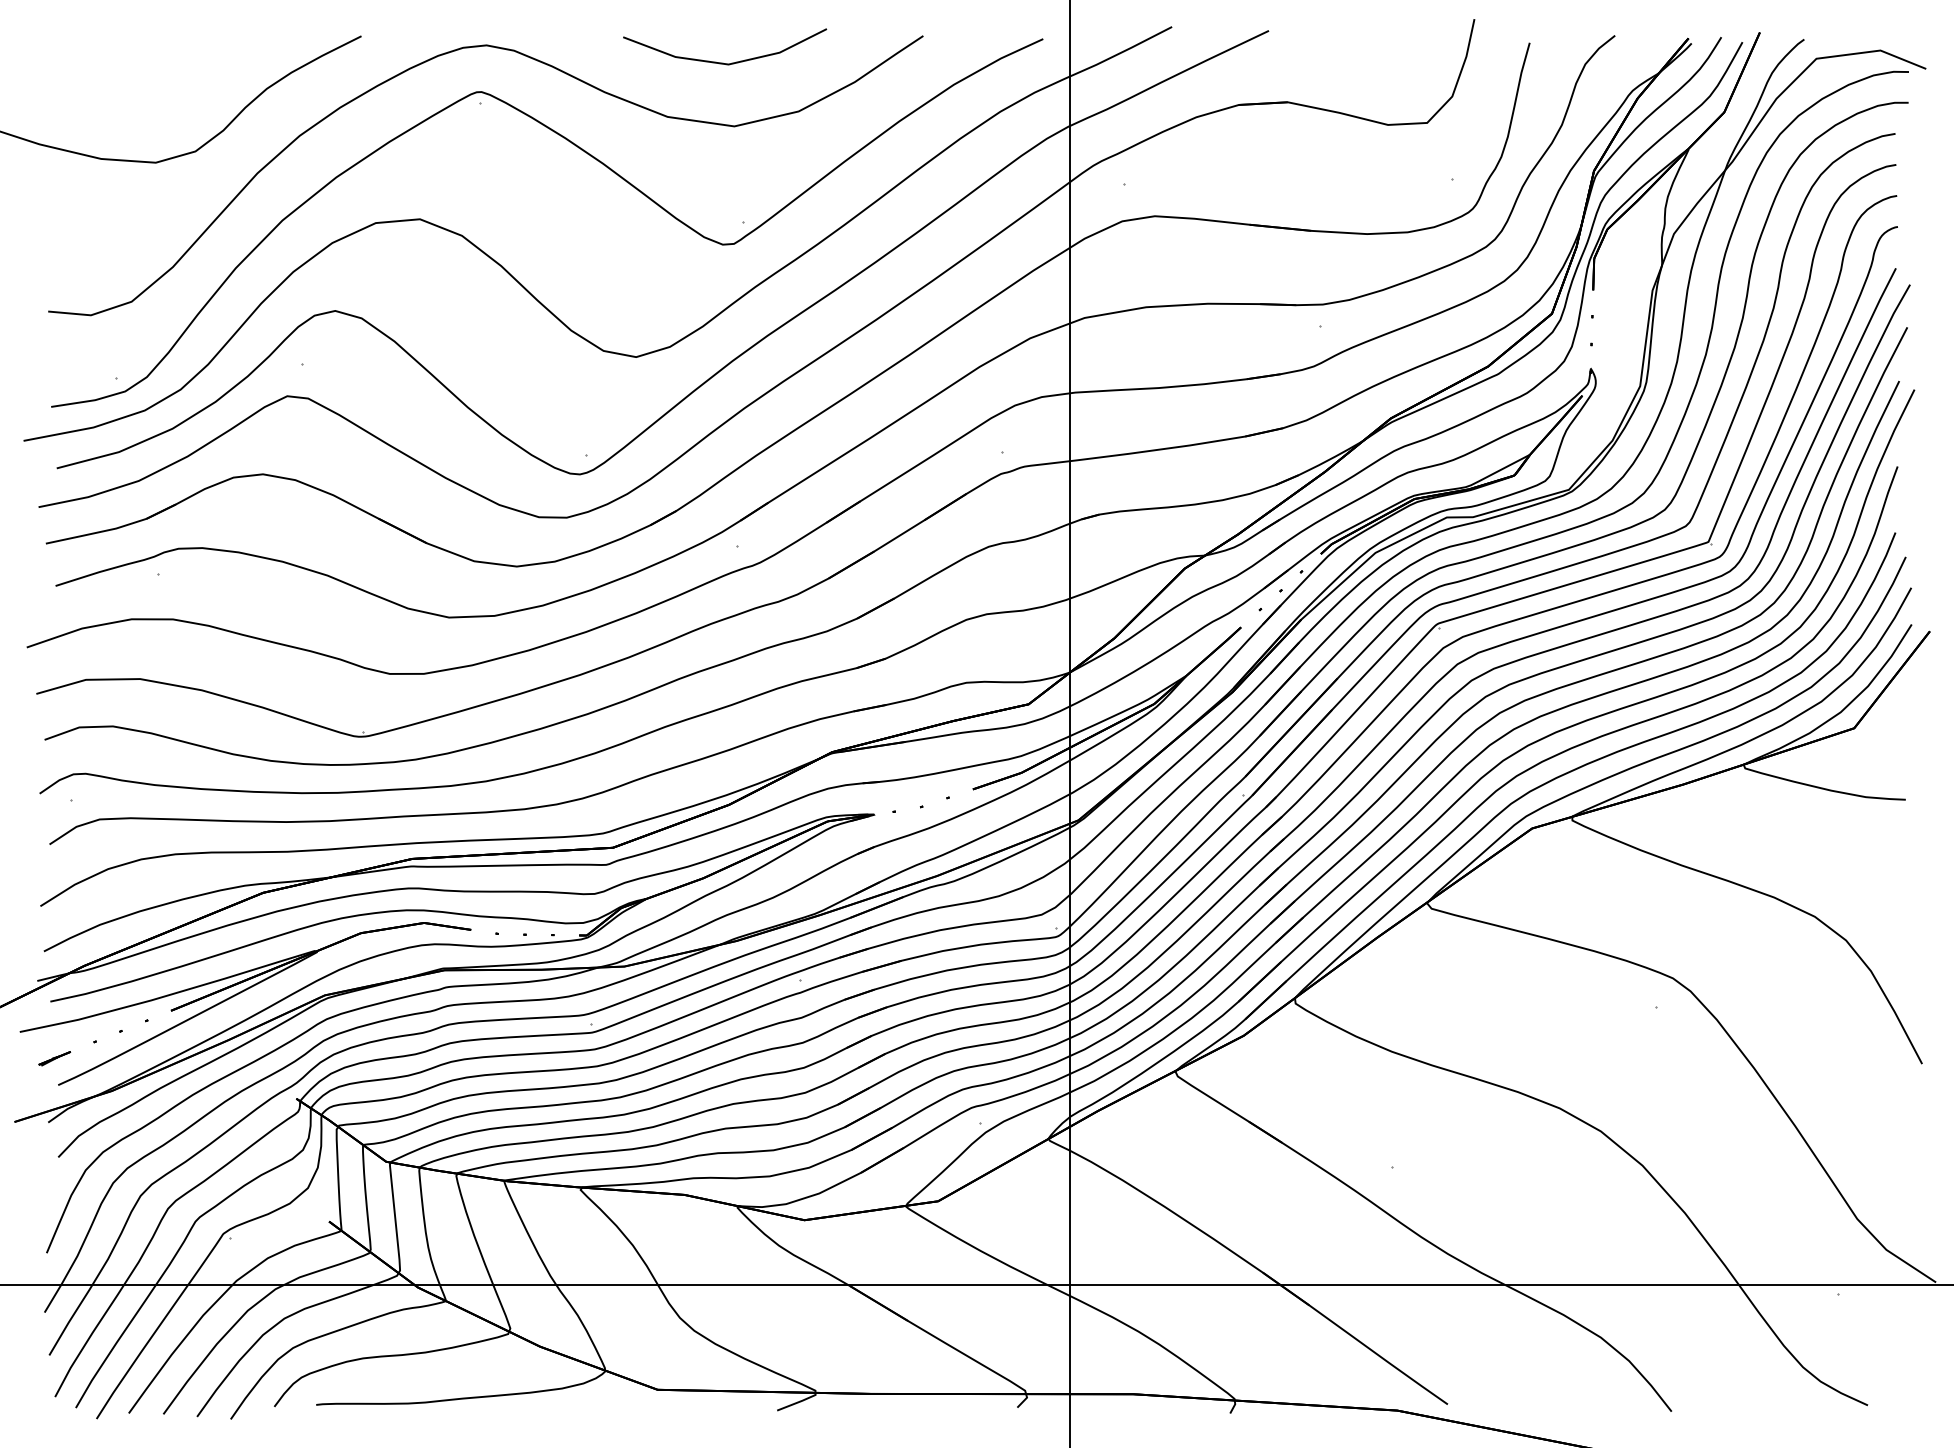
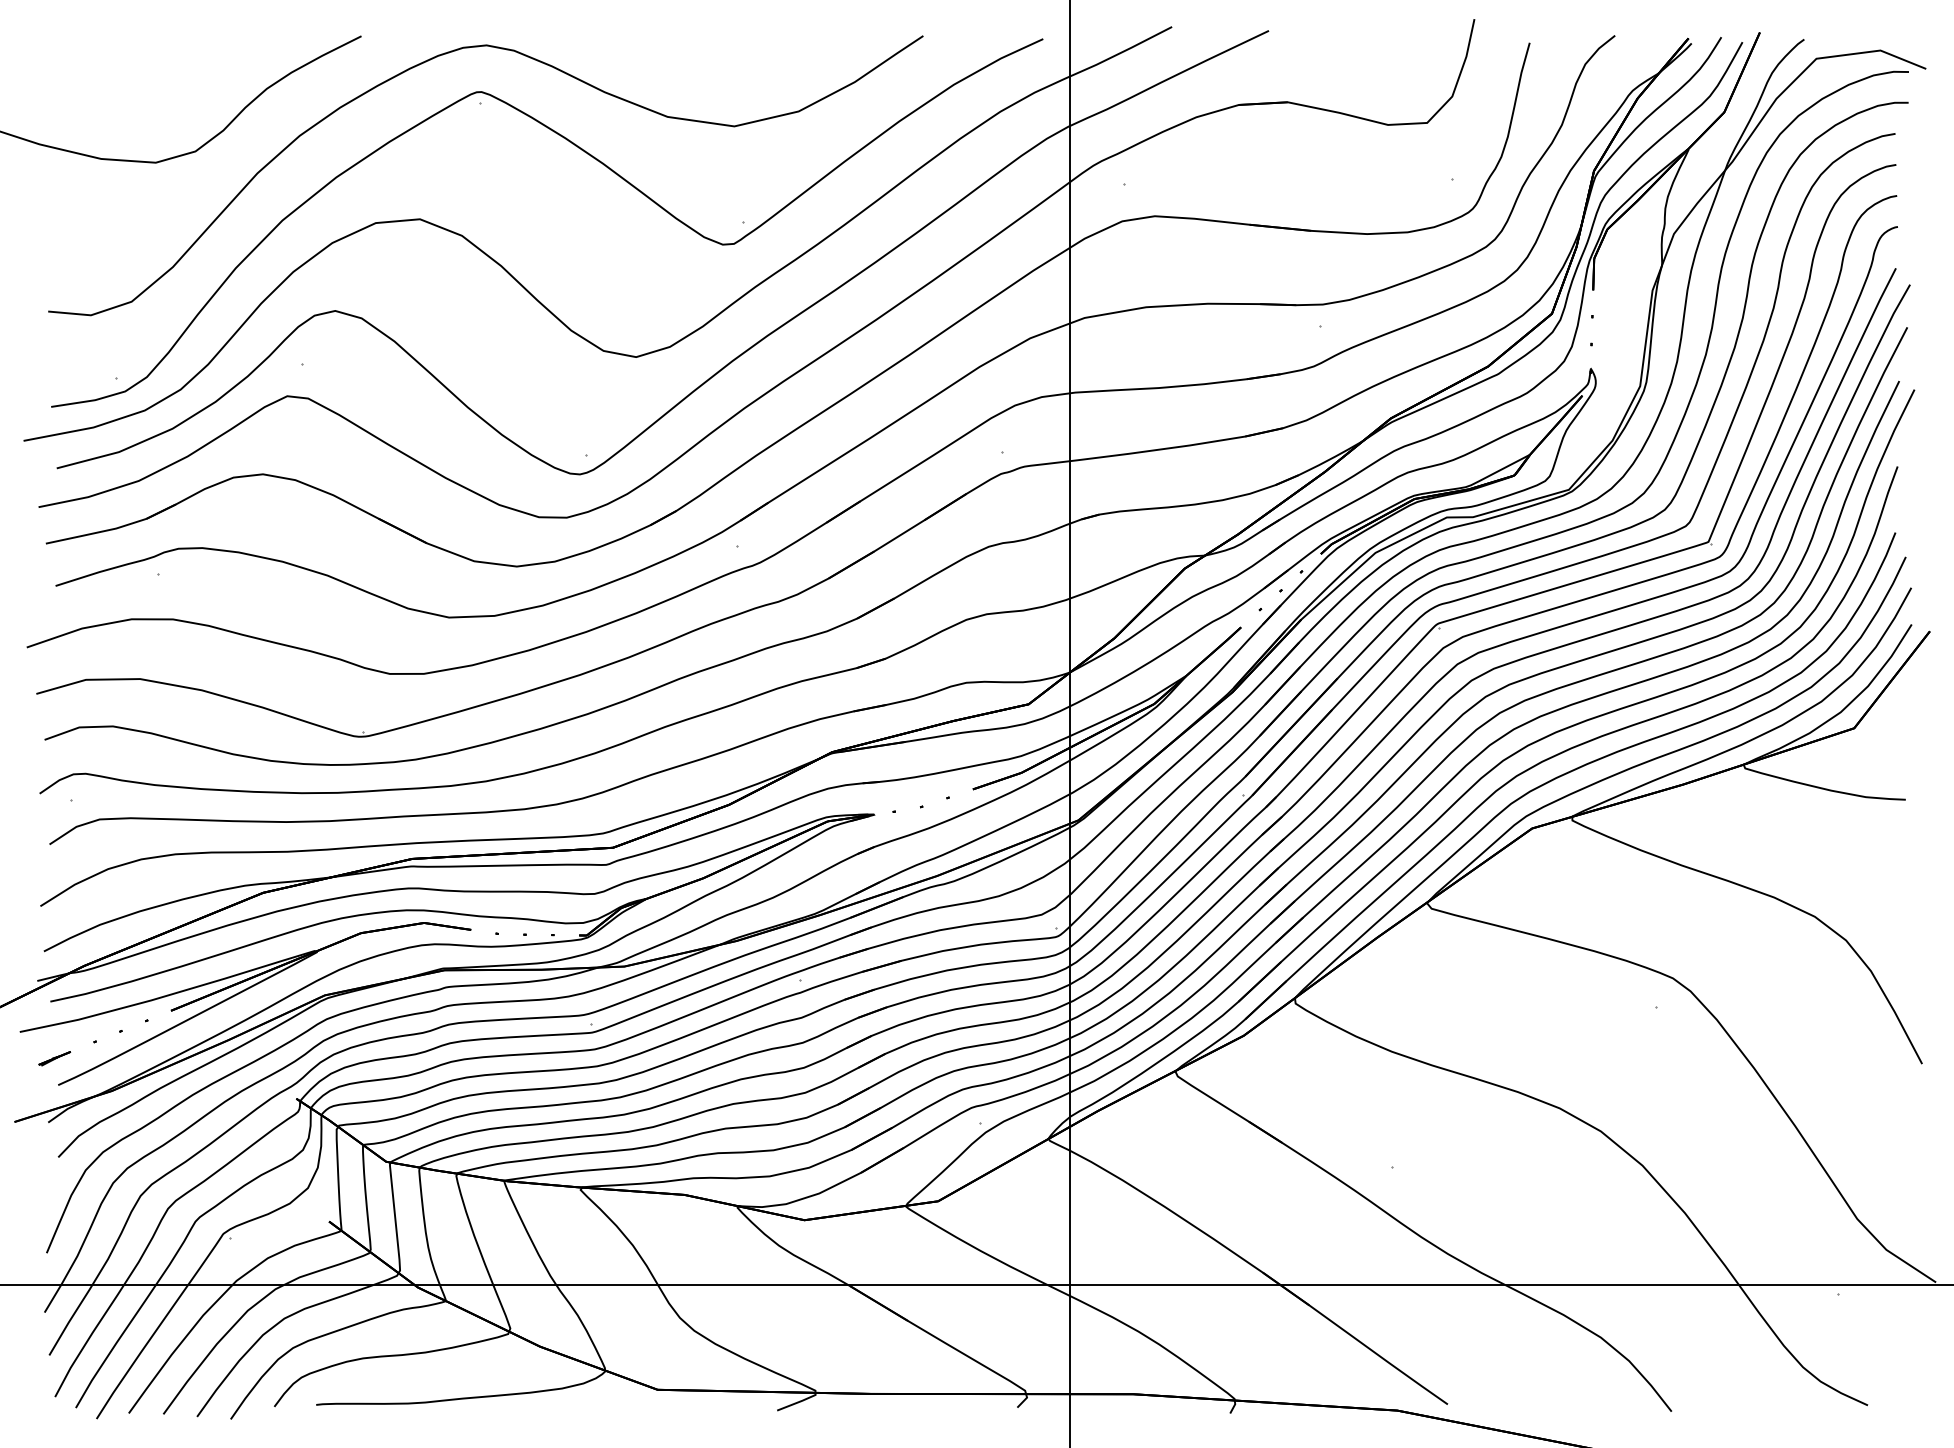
line at (723, 62): present -> none
